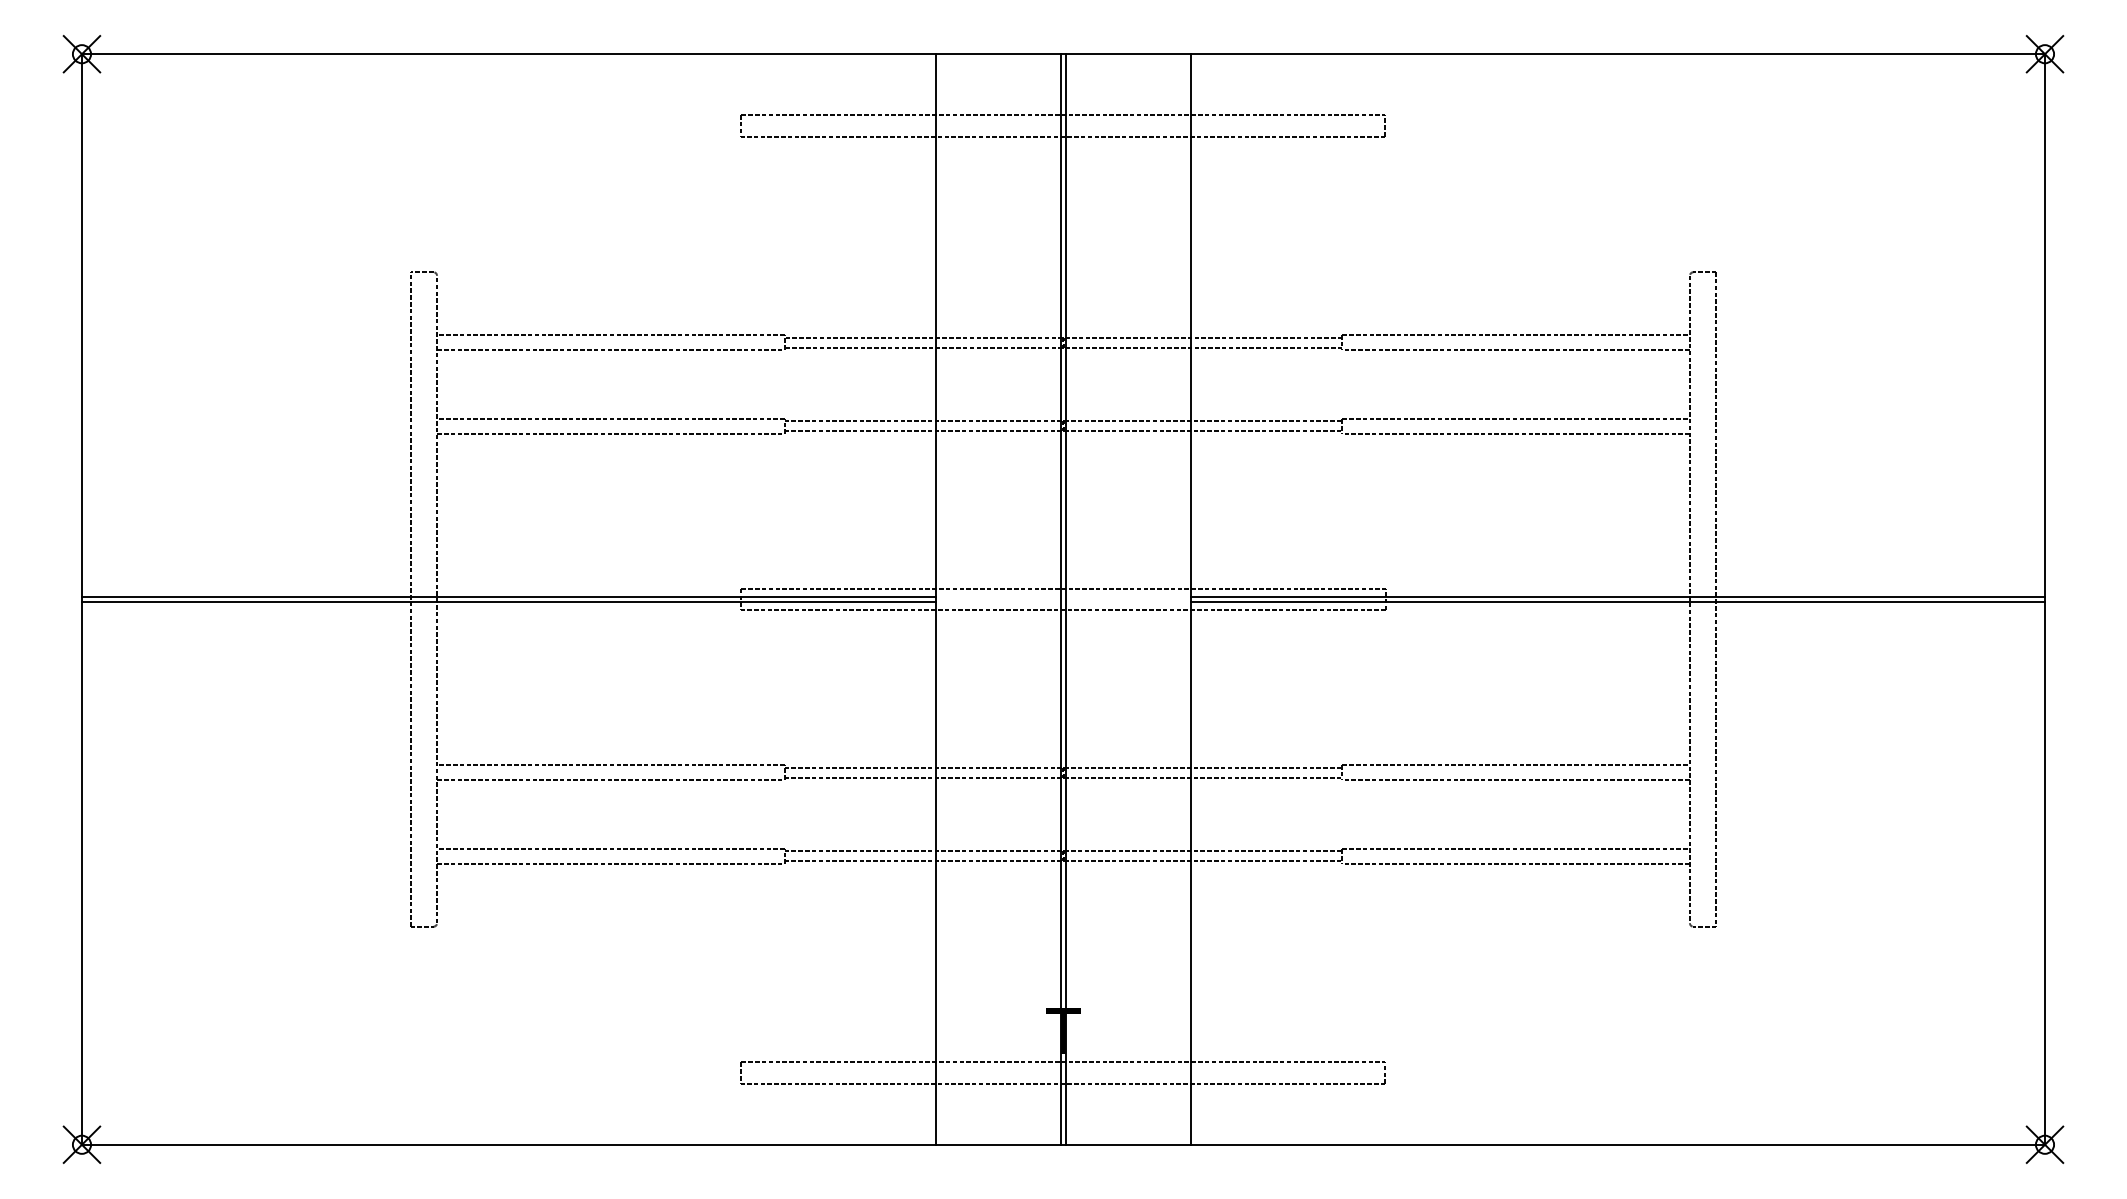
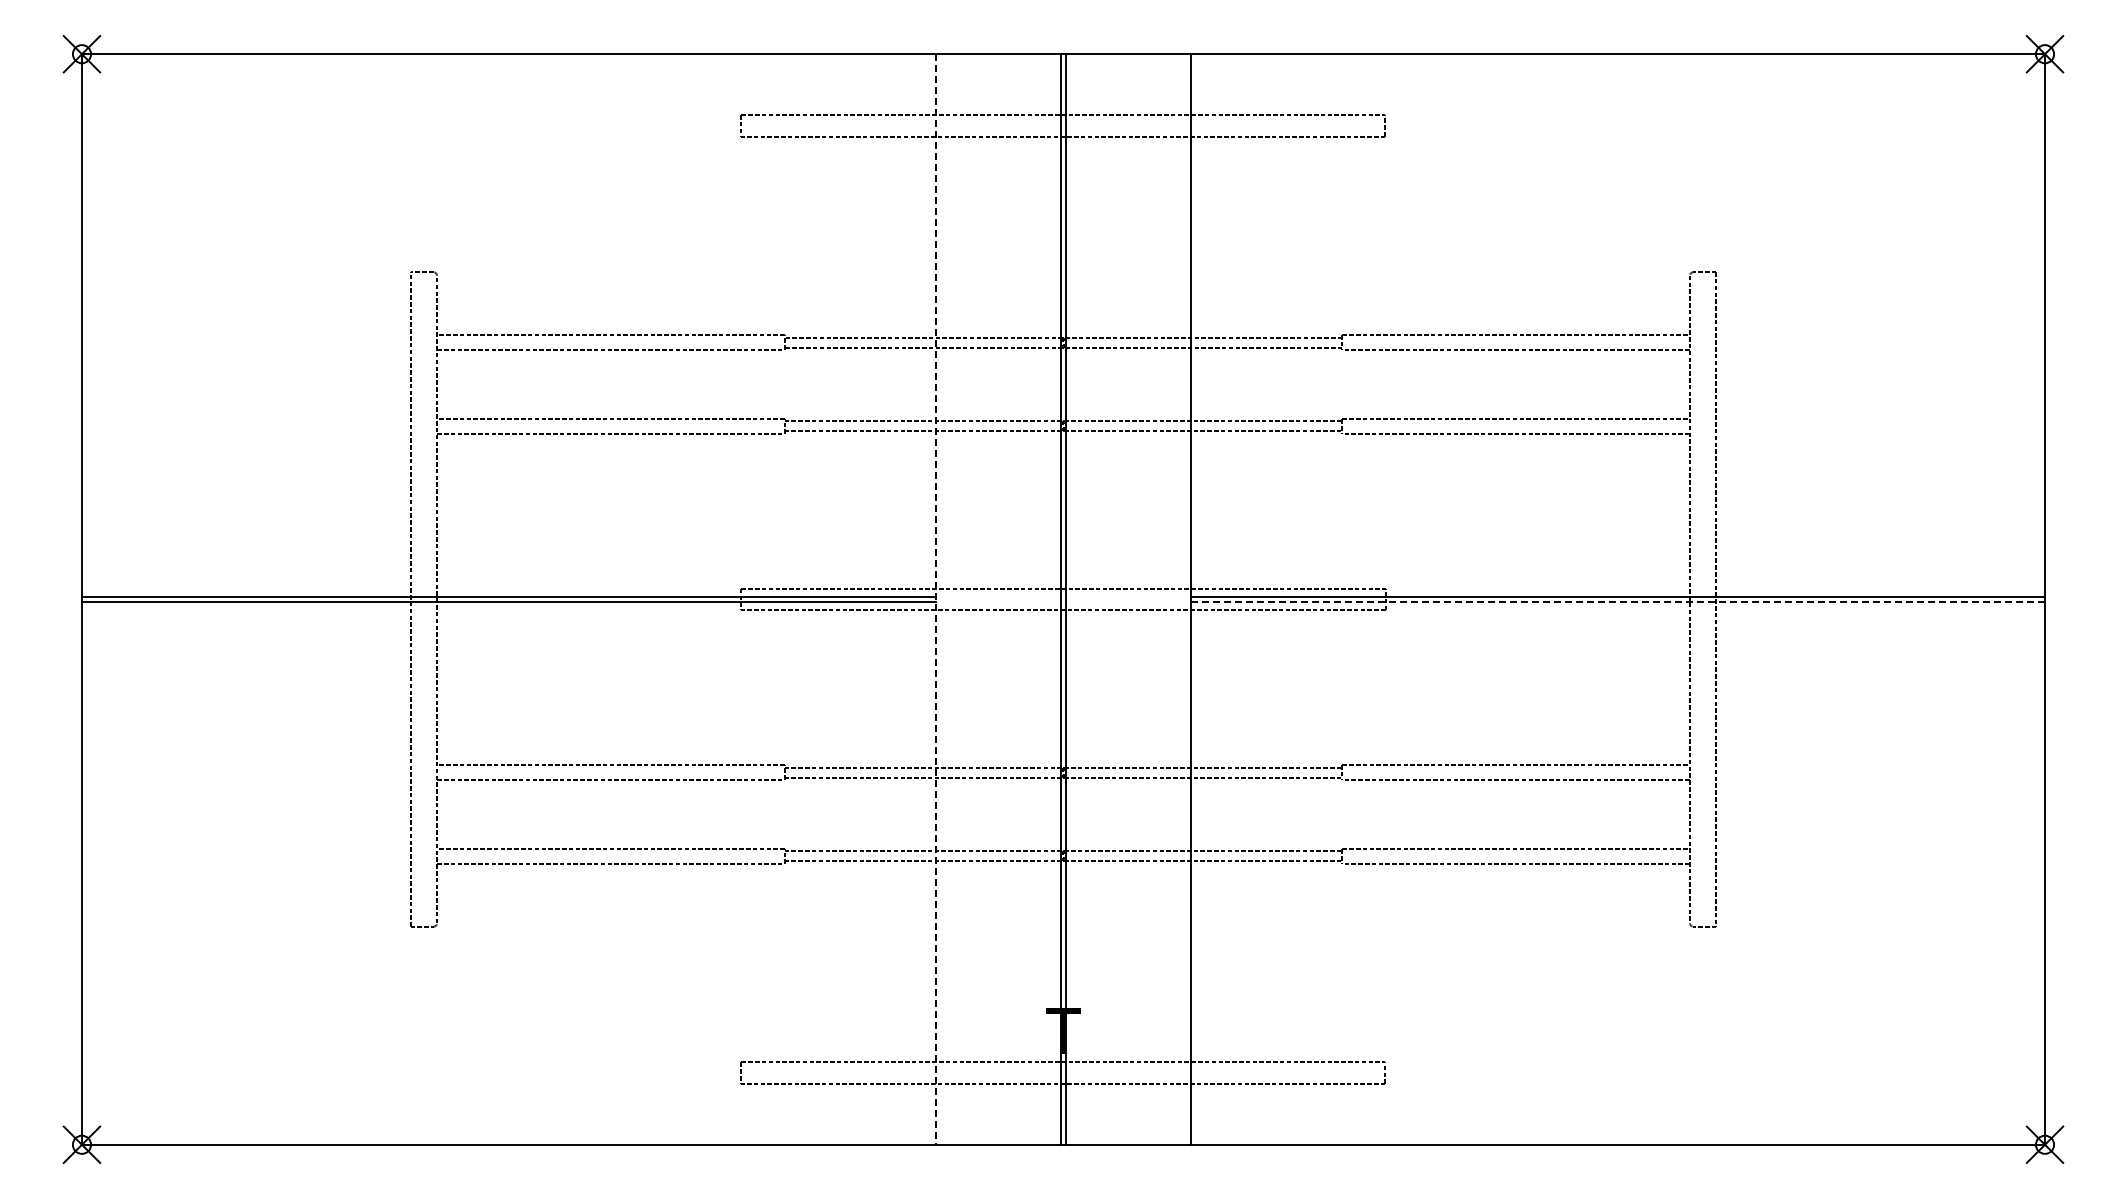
line at (936, 599): solid -> dashed
line at (1618, 601): solid -> dashed
